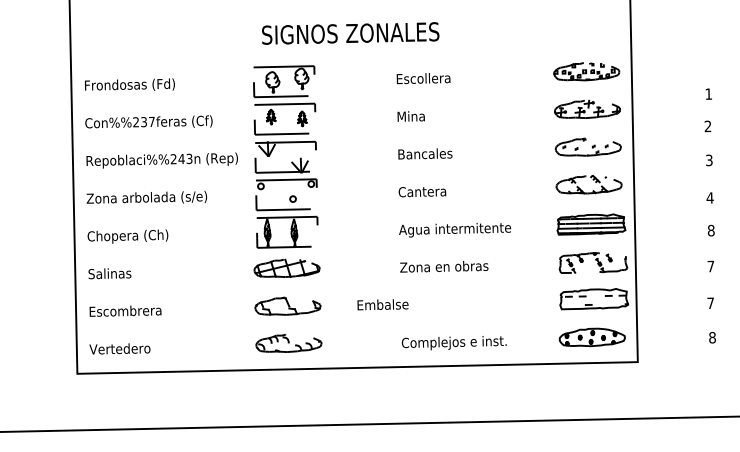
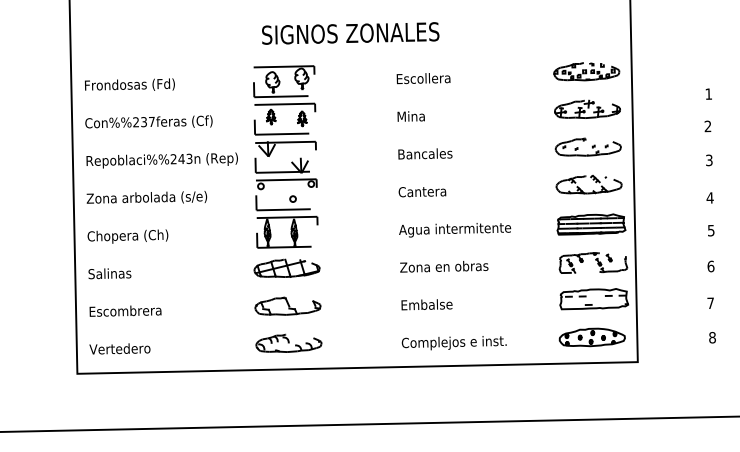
text at (710, 230): 8 -> 5
text at (710, 266): 7 -> 6
text at (382, 304) position: (382, 304) -> (426, 304)
